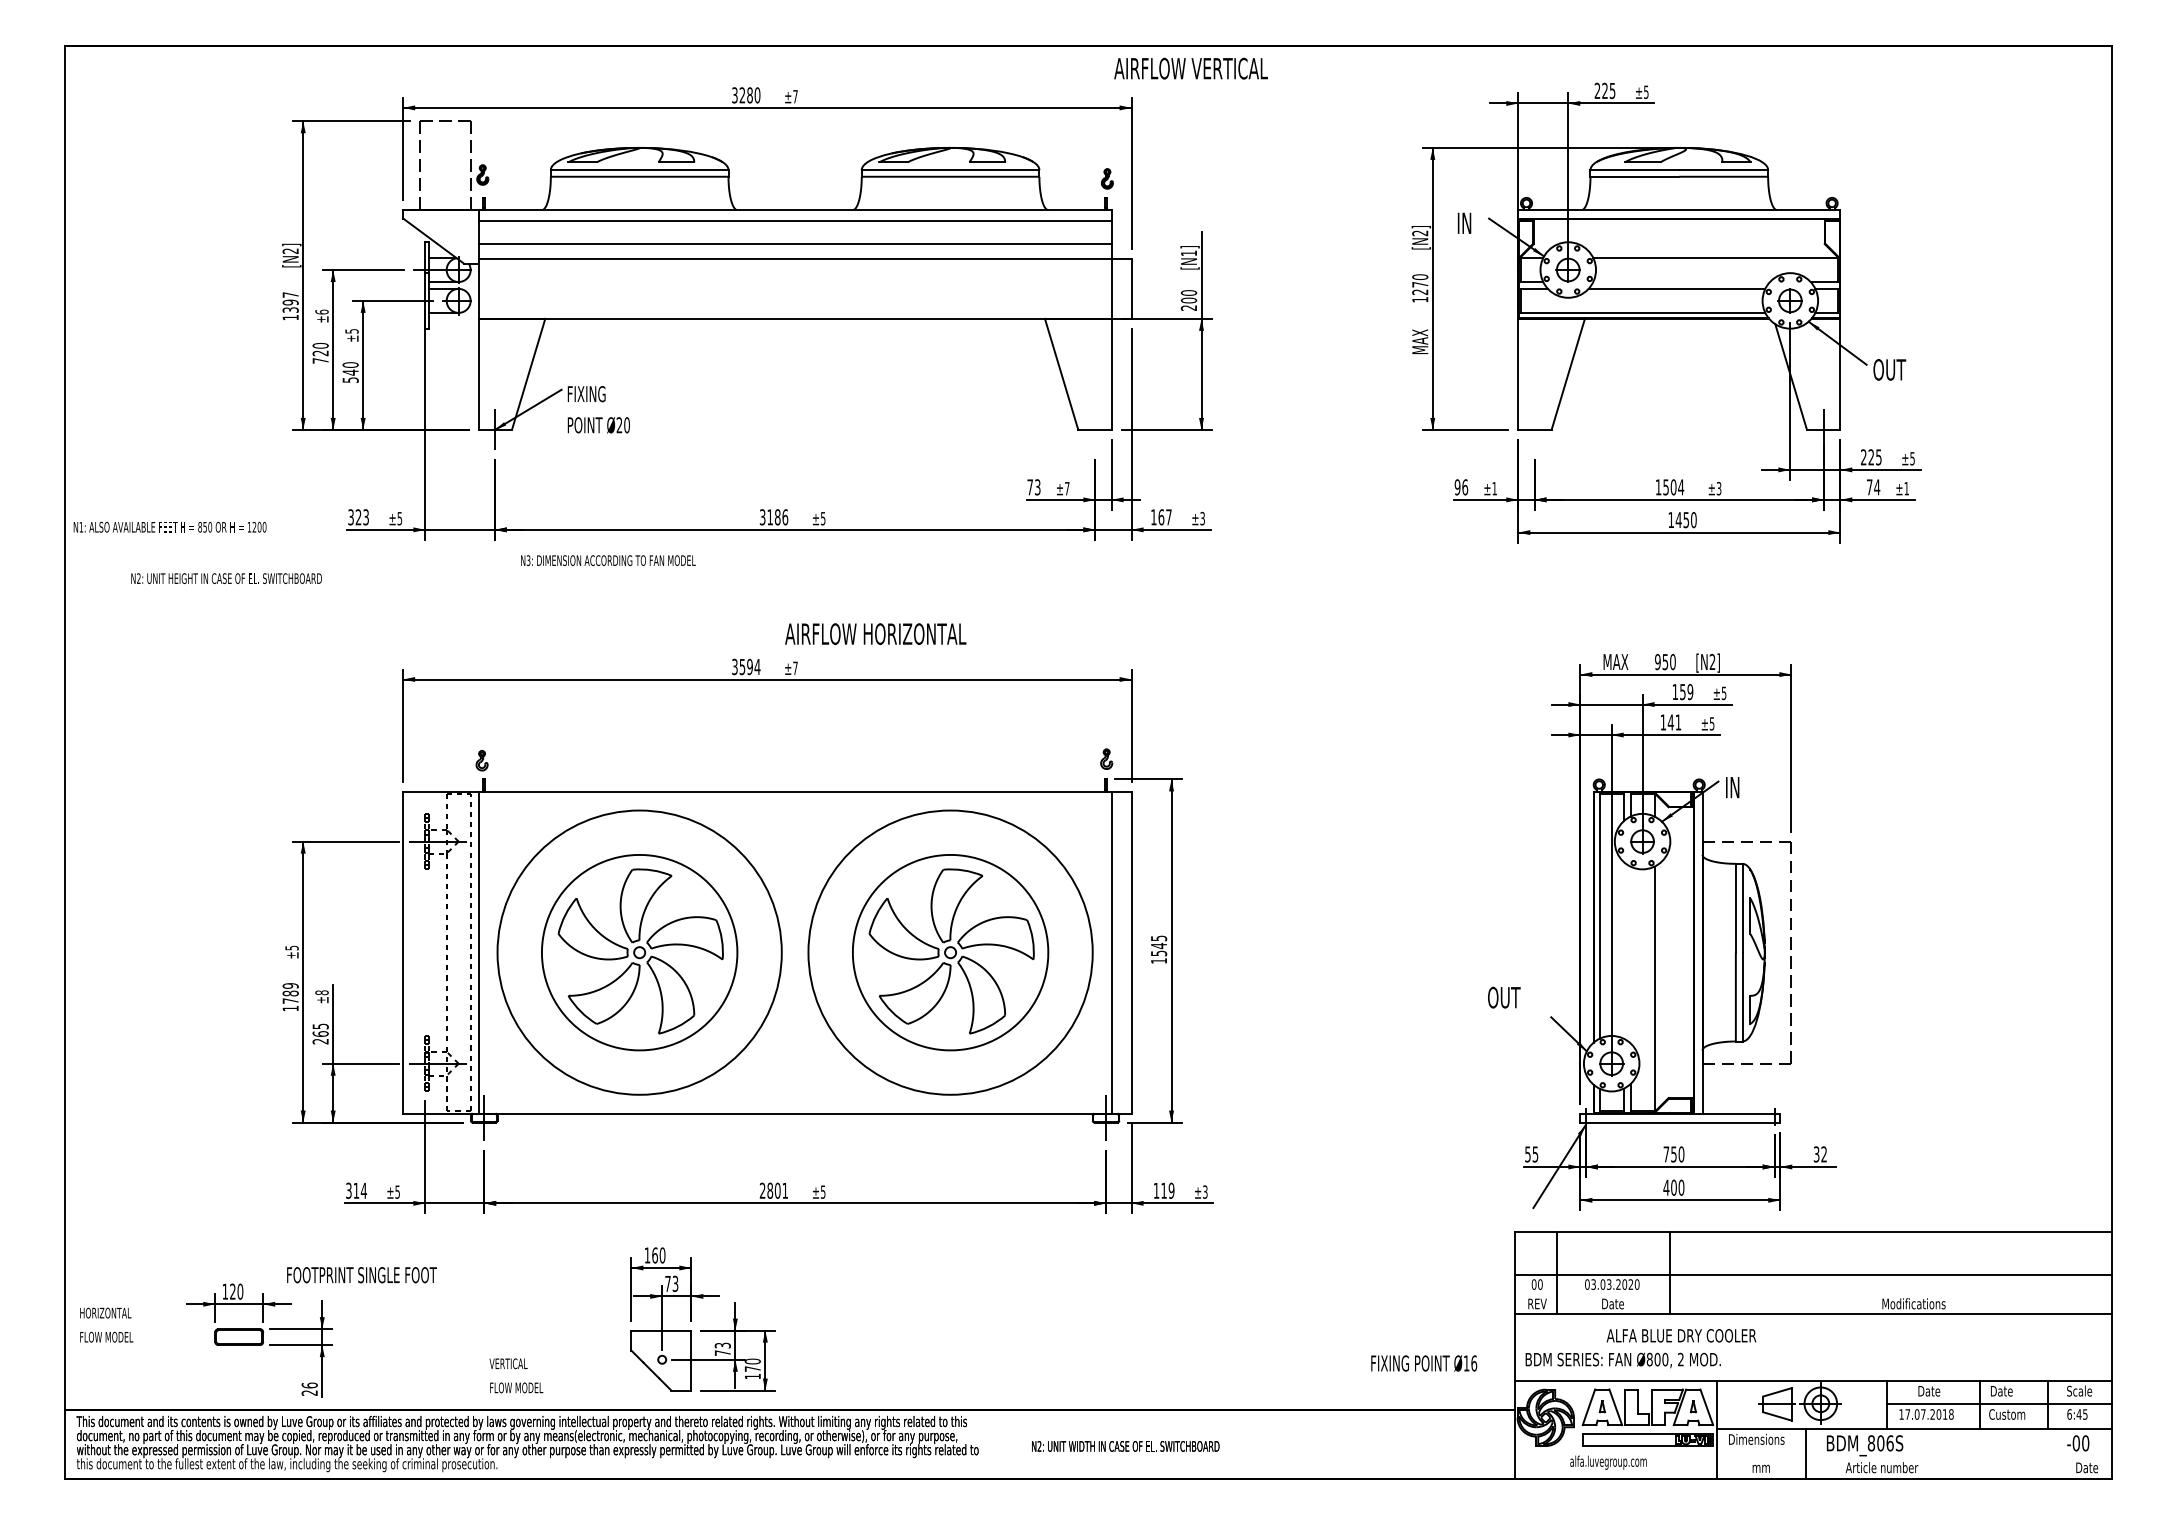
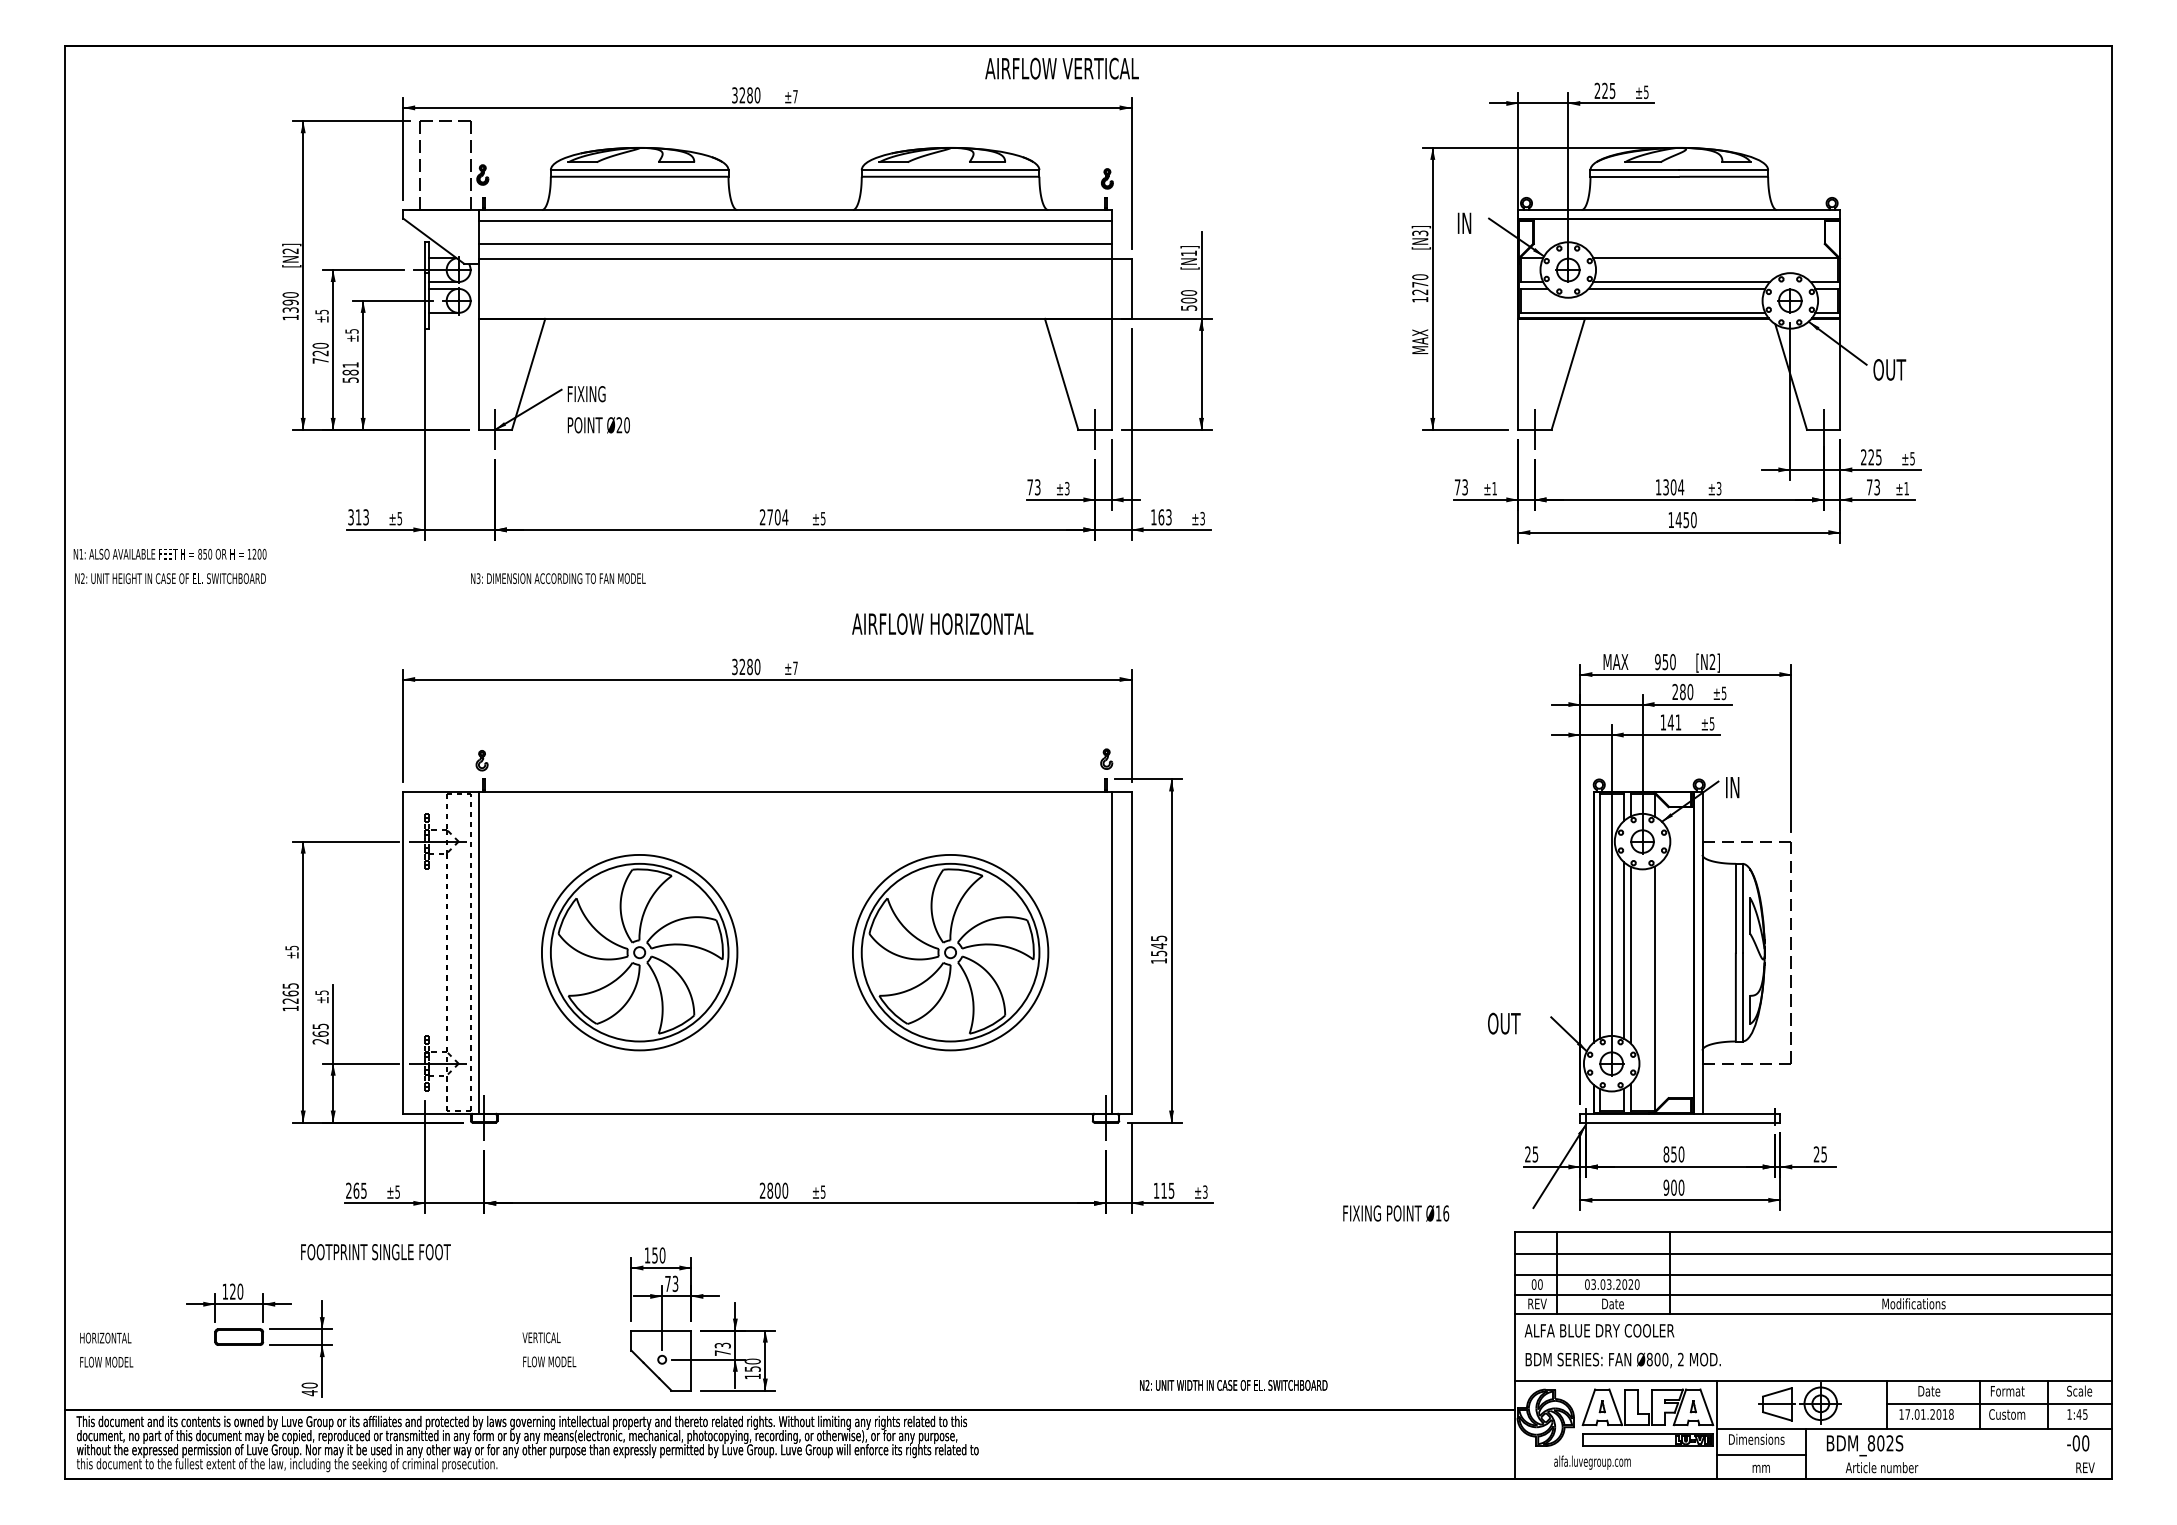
text at (1190, 68) position: (1190, 68) -> (1061, 68)
text at (1420, 233): [N2] -> [N3]
line at (1681, 282): none -> present
text at (290, 294): 1397 -> 1390
text at (1188, 307): 200 -> 500
text at (321, 311): ±6 -> ±5
text at (350, 368): 540 -> 581
line at (1095, 429): none -> present
line at (1534, 429): none -> present
text at (1665, 486): 1504 -> 1304
text at (1461, 487): 96 -> 73
text at (1877, 487): 74 -> 73
text at (1067, 488): ±7 -> ±3
text at (358, 517): 323 -> 313
text at (773, 517): 3186 -> 2704
text at (1168, 517): 167 -> 163
text at (169, 526) position: (169, 526) -> (169, 553)
text at (608, 560) position: (608, 560) -> (558, 578)
text at (226, 578) position: (226, 578) -> (170, 578)
text at (875, 633) position: (875, 633) -> (942, 623)
text at (749, 666): 3594 -> 3280
text at (1682, 692): 159 -> 280
line at (1623, 949): none -> present
circle at (639, 952) diameter: 284 px -> 178 px
circle at (950, 952) diameter: 284 px -> 178 px
line at (1630, 954): none -> present
text at (321, 992): ±8 -> ±5
text at (290, 993): 1789 -> 1265
text at (1504, 997) position: (1504, 997) -> (1504, 1023)
text at (1527, 1154): 55 -> 25
text at (1666, 1154): 750 -> 850
text at (1819, 1154): 32 -> 25
text at (1666, 1187): 400 -> 900
text at (356, 1190): 314 -> 265
text at (785, 1190): 2801 -> 2800
text at (1171, 1190): 119 -> 115
line at (1813, 1253): none -> present
text at (654, 1255): 160 -> 150
text at (361, 1275) position: (361, 1275) -> (375, 1252)
line at (1813, 1294): none -> present
text at (106, 1324) position: (106, 1324) -> (106, 1349)
text at (1681, 1335) position: (1681, 1335) -> (1599, 1330)
text at (1424, 1363) position: (1424, 1363) -> (1396, 1213)
text at (752, 1368): 170 -> 150
text at (516, 1375) position: (516, 1375) -> (549, 1349)
text at (309, 1389): 26 -> 40
text at (2008, 1391): Date -> Format
text at (1923, 1414): 17.07.2018 -> 17.01.2018
text at (2069, 1414): 6:45 -> 1:45
text at (1889, 1443): BDM_806S -> BDM_802S
text at (1125, 1446) position: (1125, 1446) -> (1233, 1385)
line at (1761, 1454): none -> present
text at (1608, 1462) position: (1608, 1462) -> (1592, 1462)
text at (2087, 1467): Date -> REV
